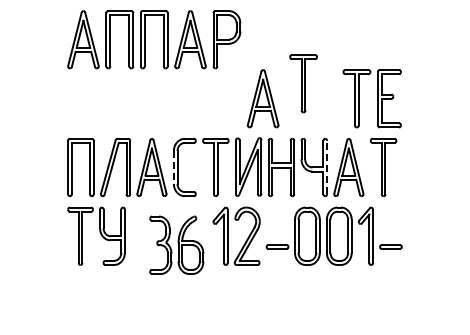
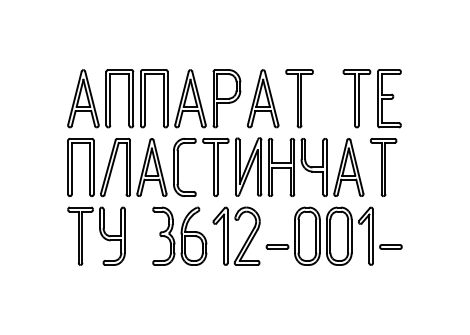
part at (145, 39) position: (145, 39) -> (145, 98)
part at (303, 83) position: (303, 83) -> (299, 98)
line at (173, 167): dashed -> solid
line at (327, 167): dashed -> solid
part at (176, 244) position: (176, 244) -> (179, 235)
